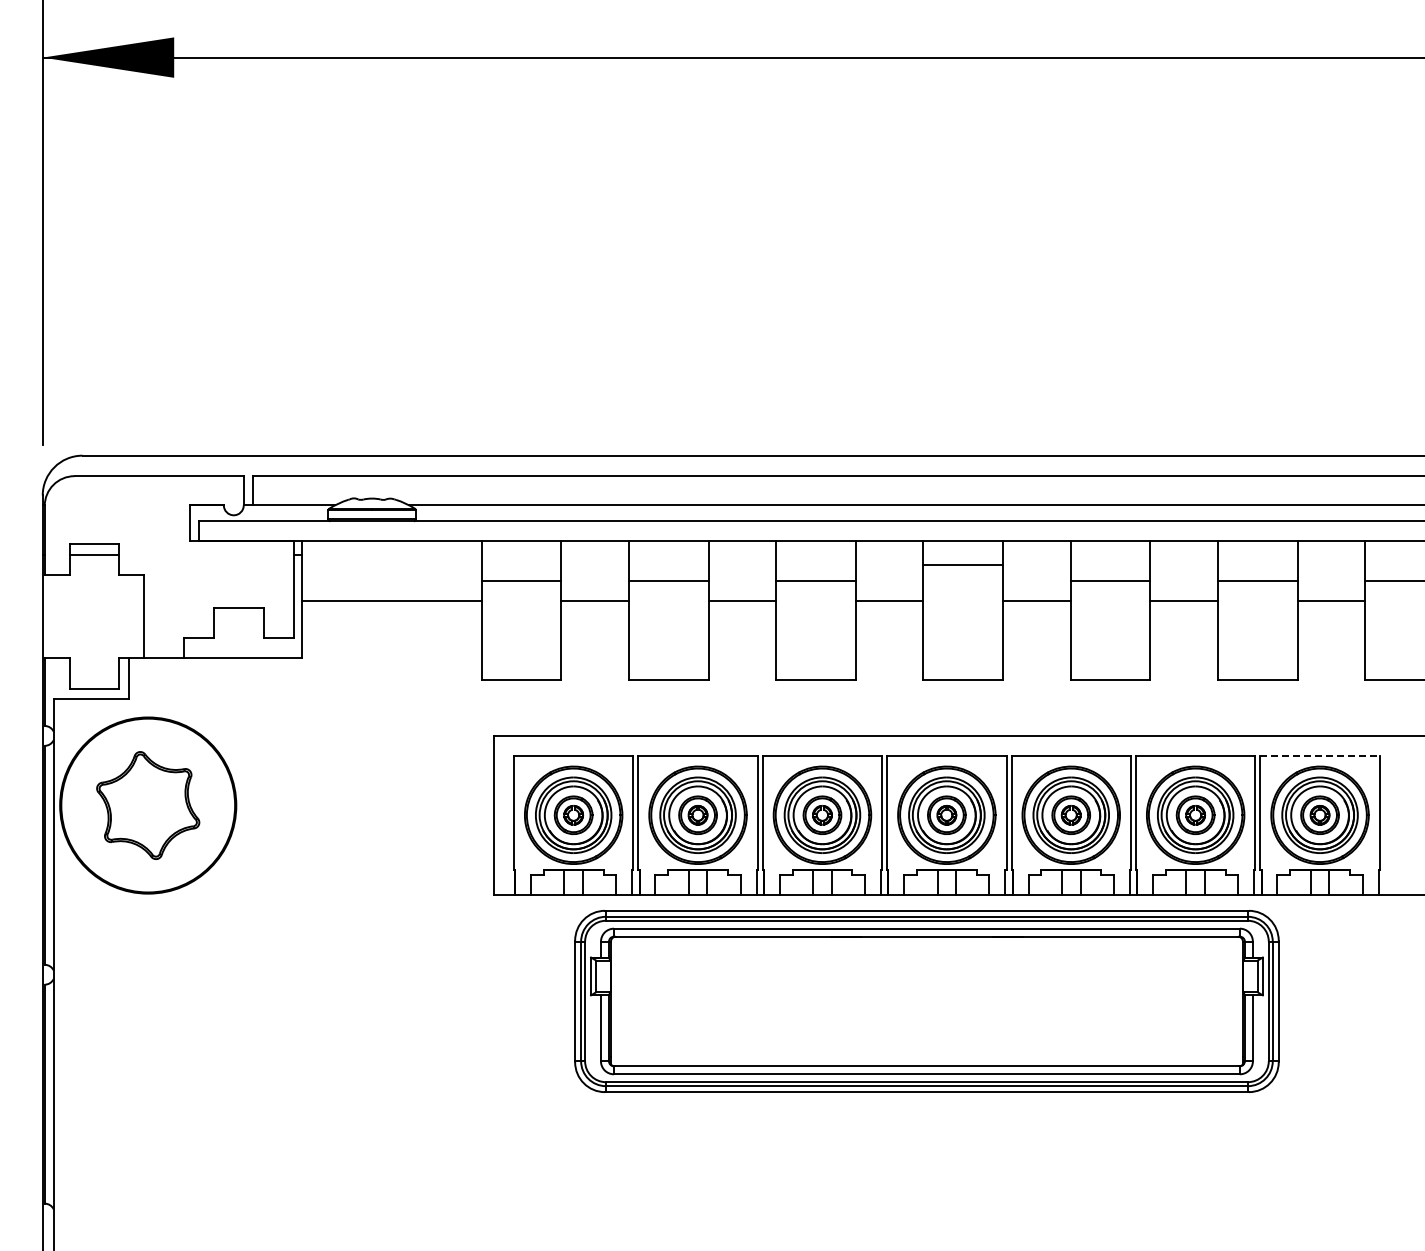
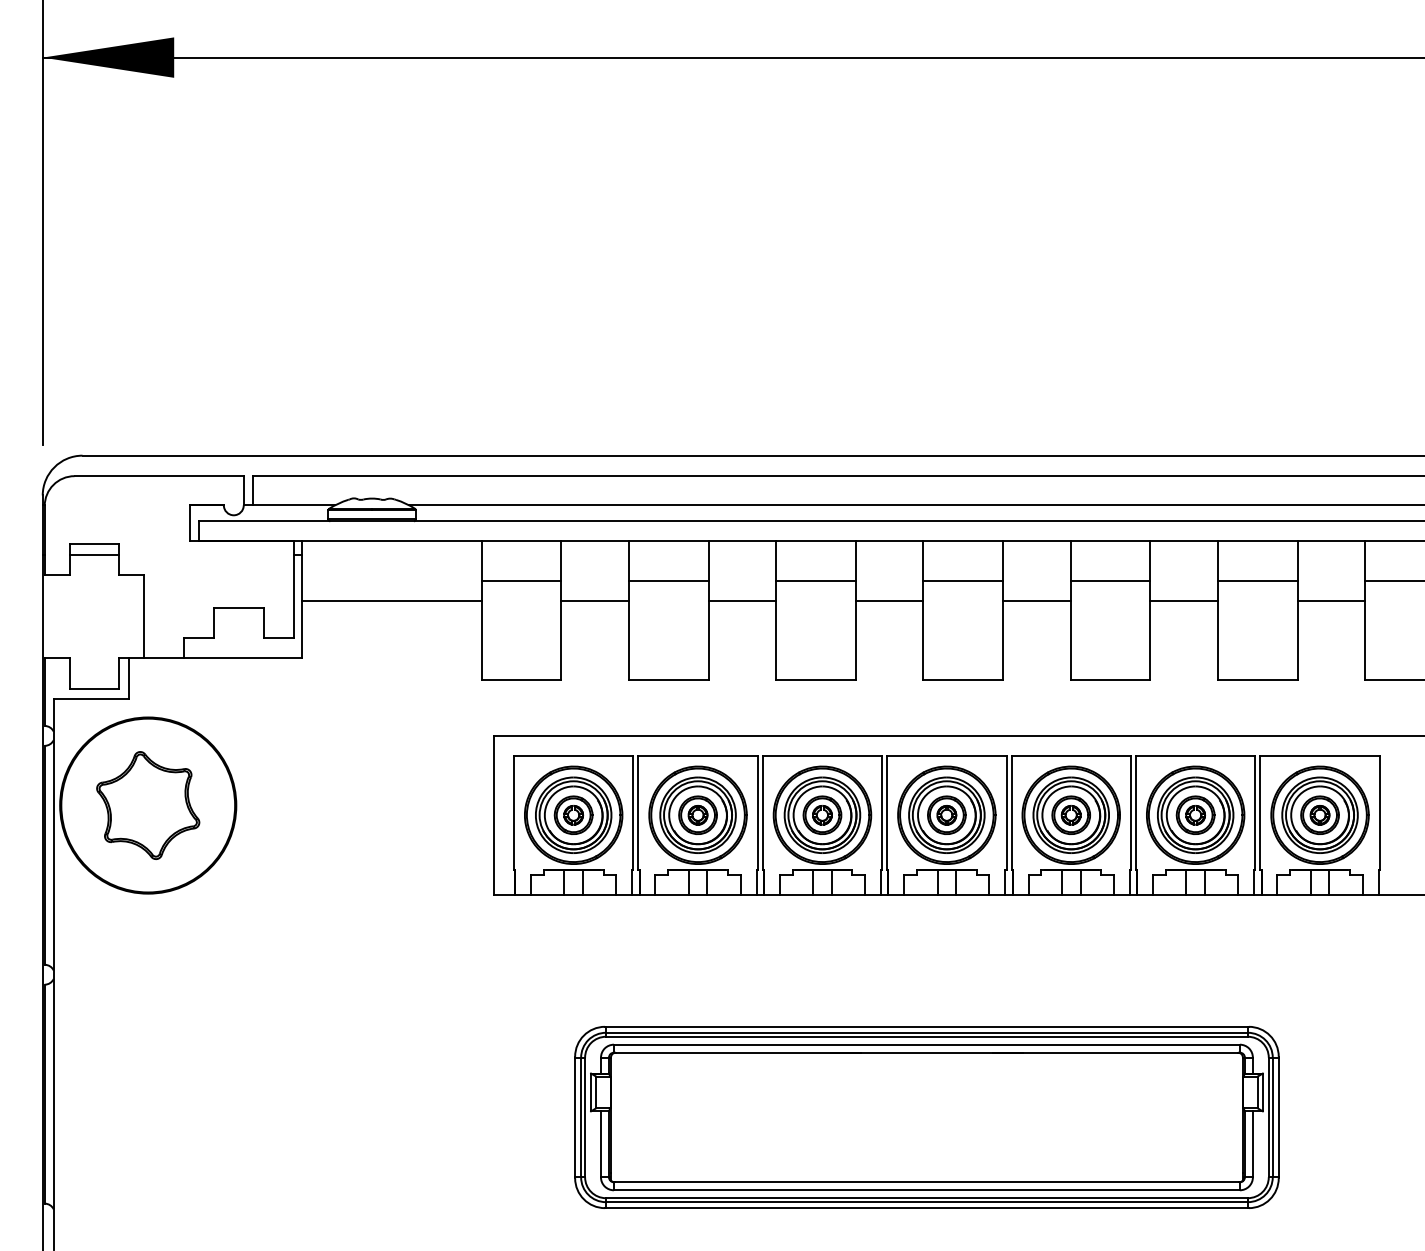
line at (963, 564) position: (963, 564) -> (963, 580)
line at (1320, 755): dashed -> solid
part at (926, 1001) position: (926, 1001) -> (926, 1117)
